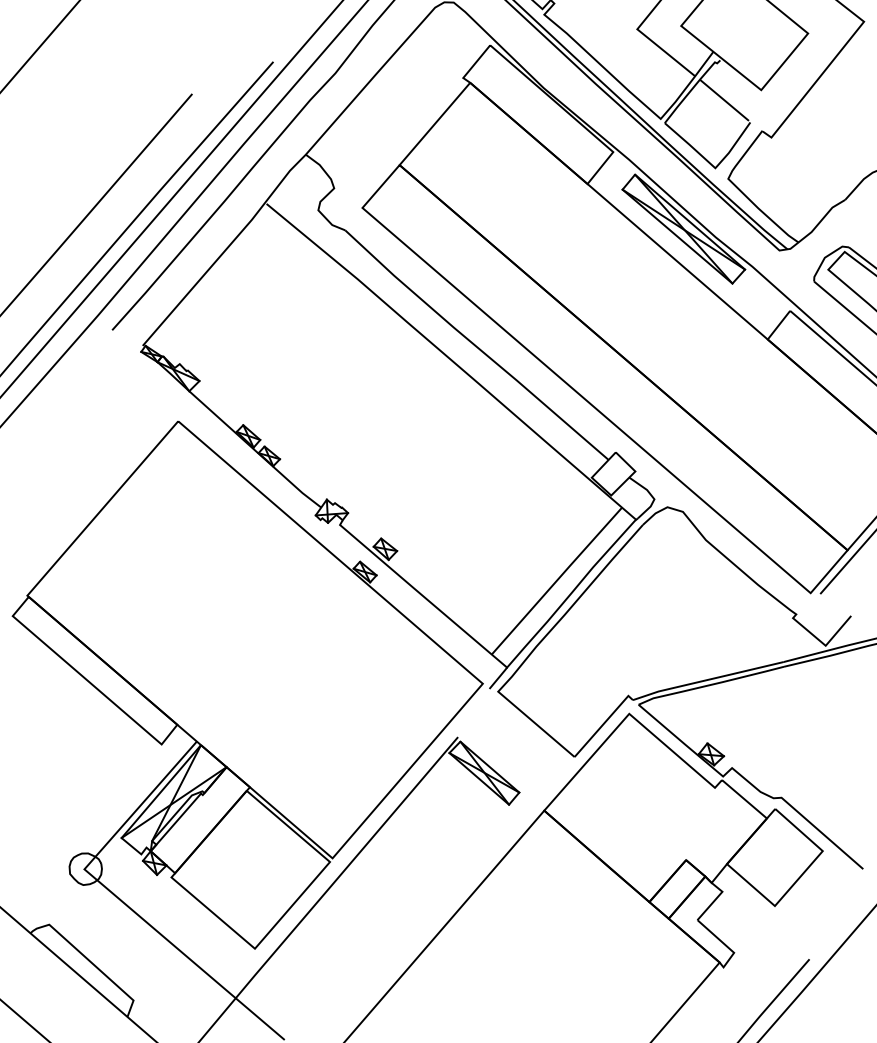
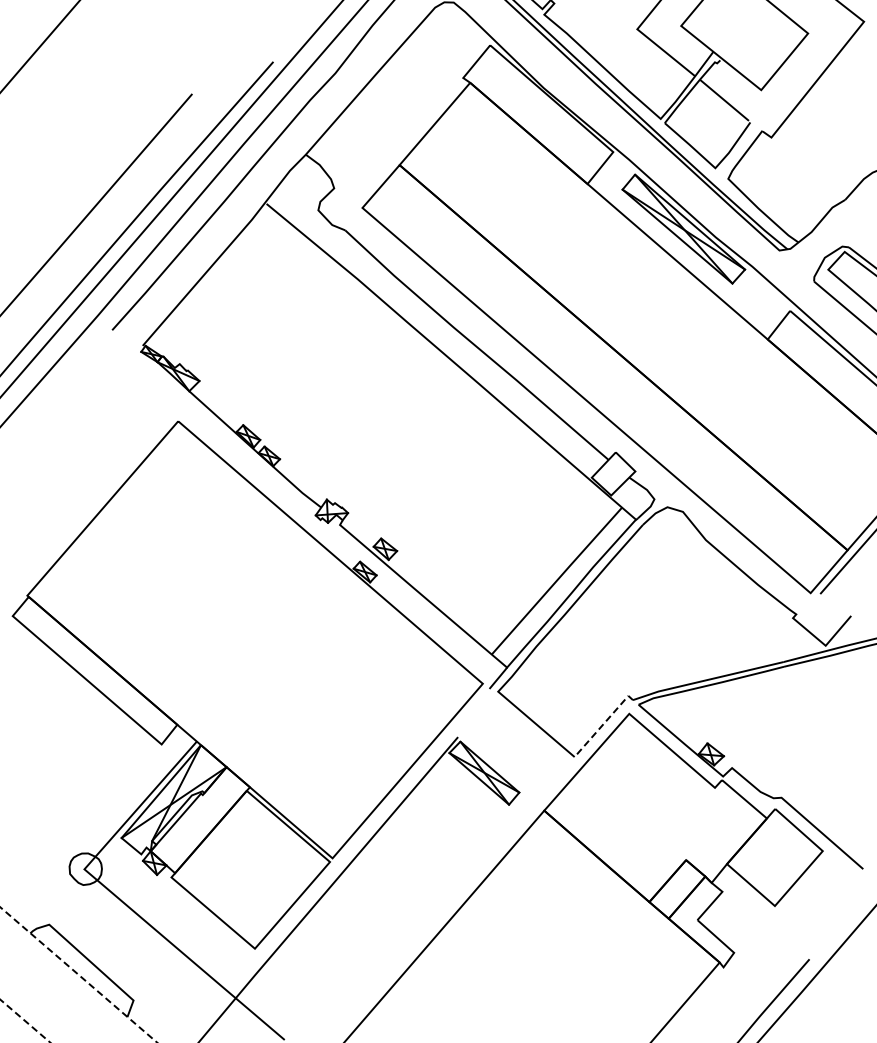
line at (604, 723): solid -> dashed
line at (53, 953): solid -> dashed
